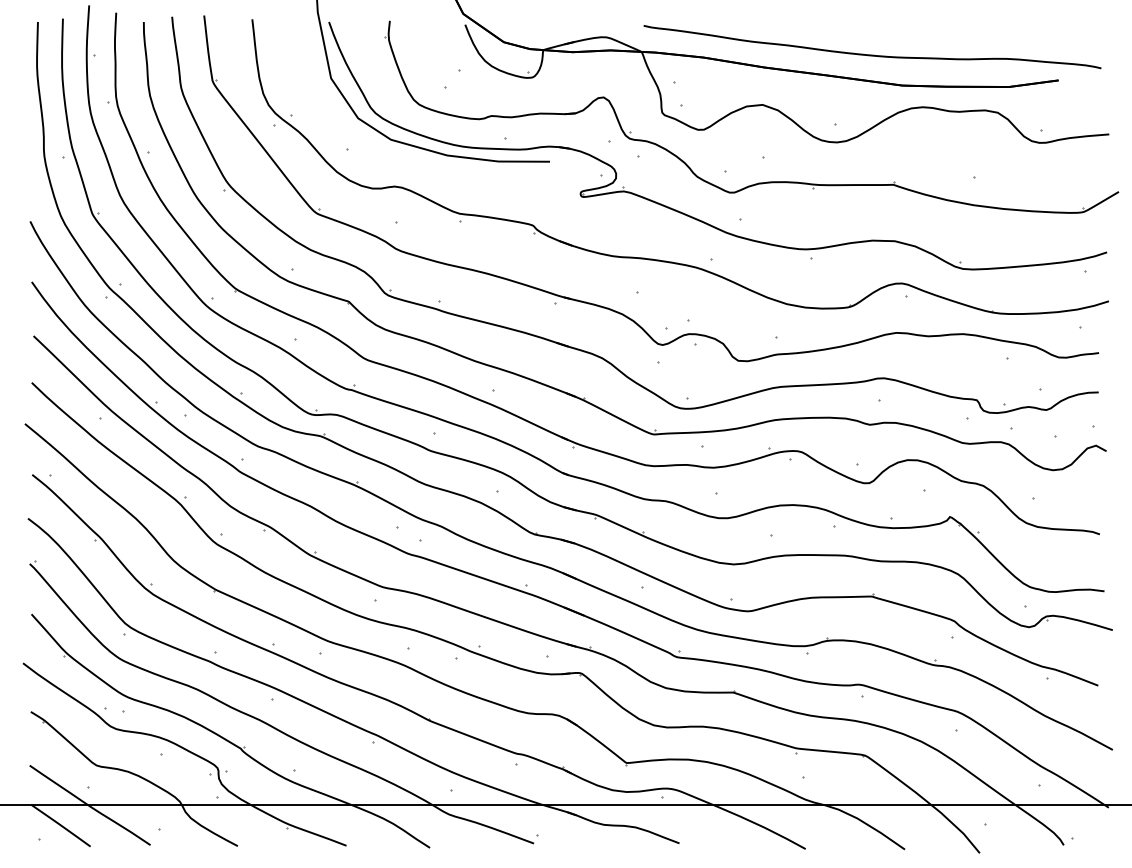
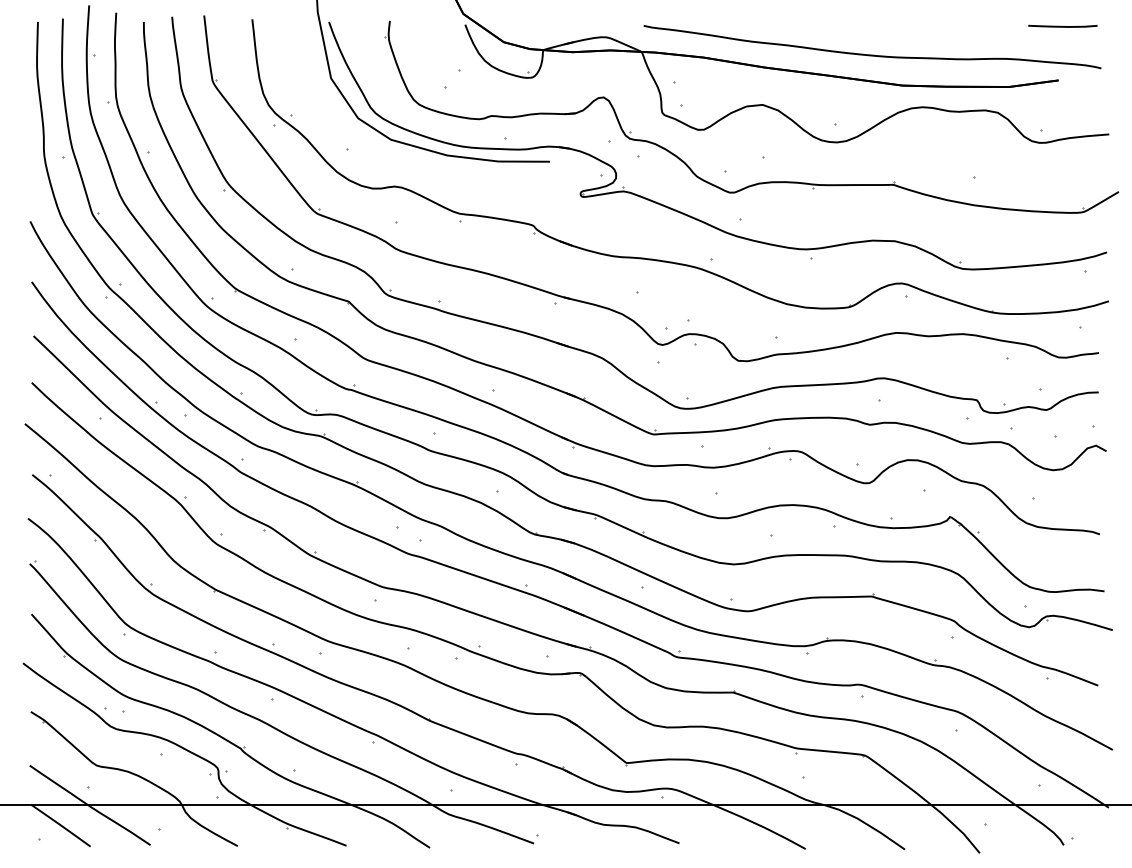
line at (1061, 25): none -> present
